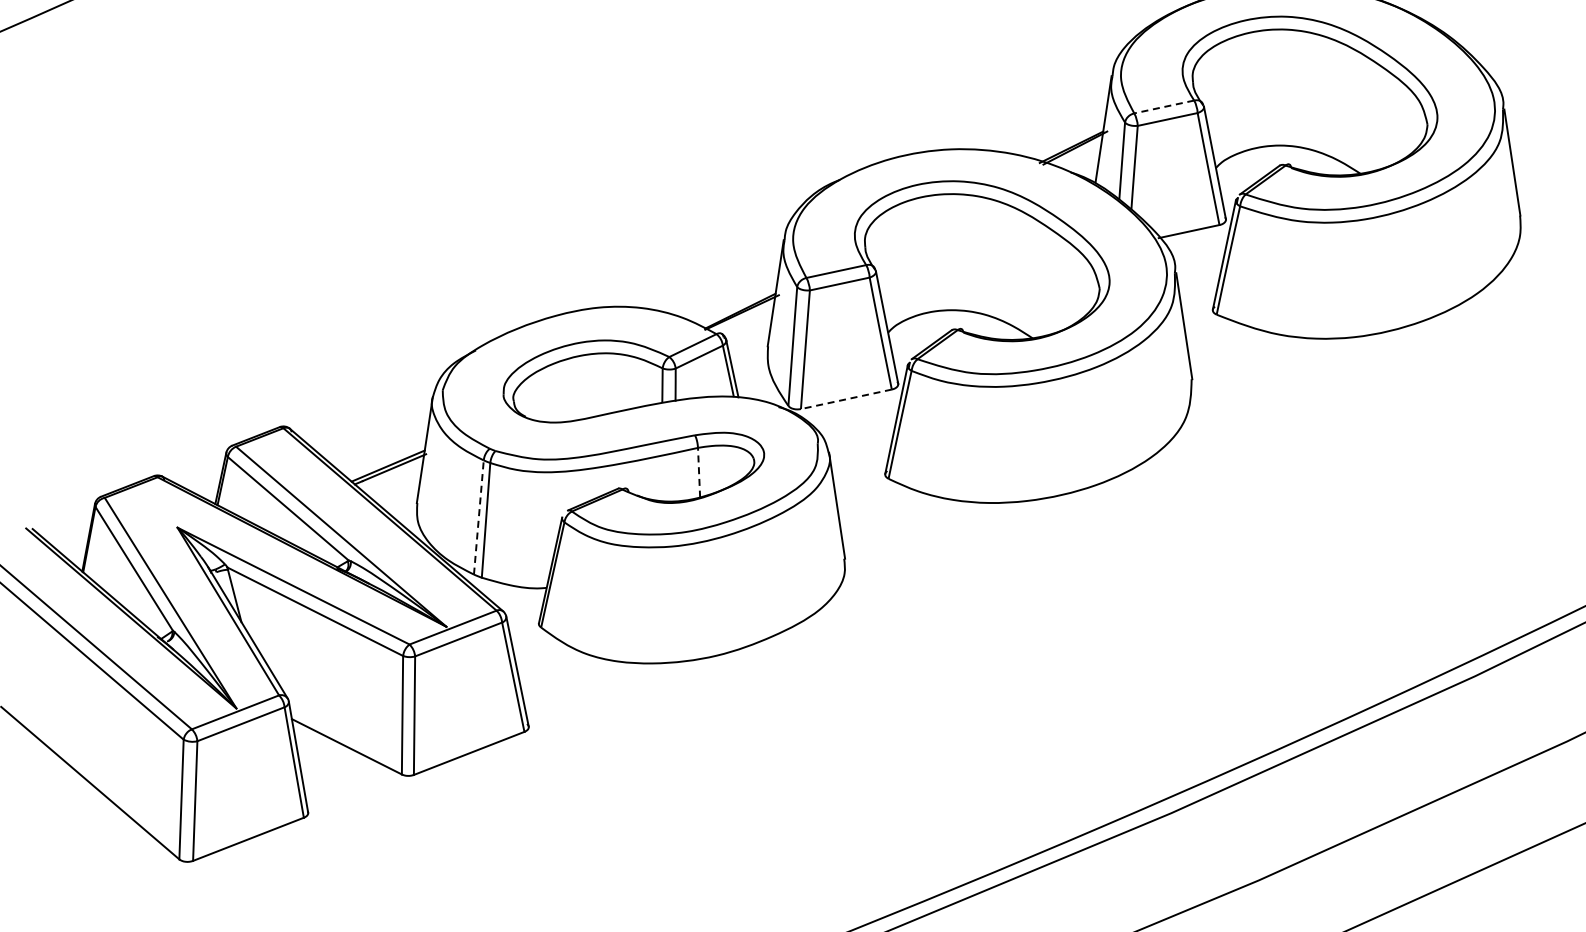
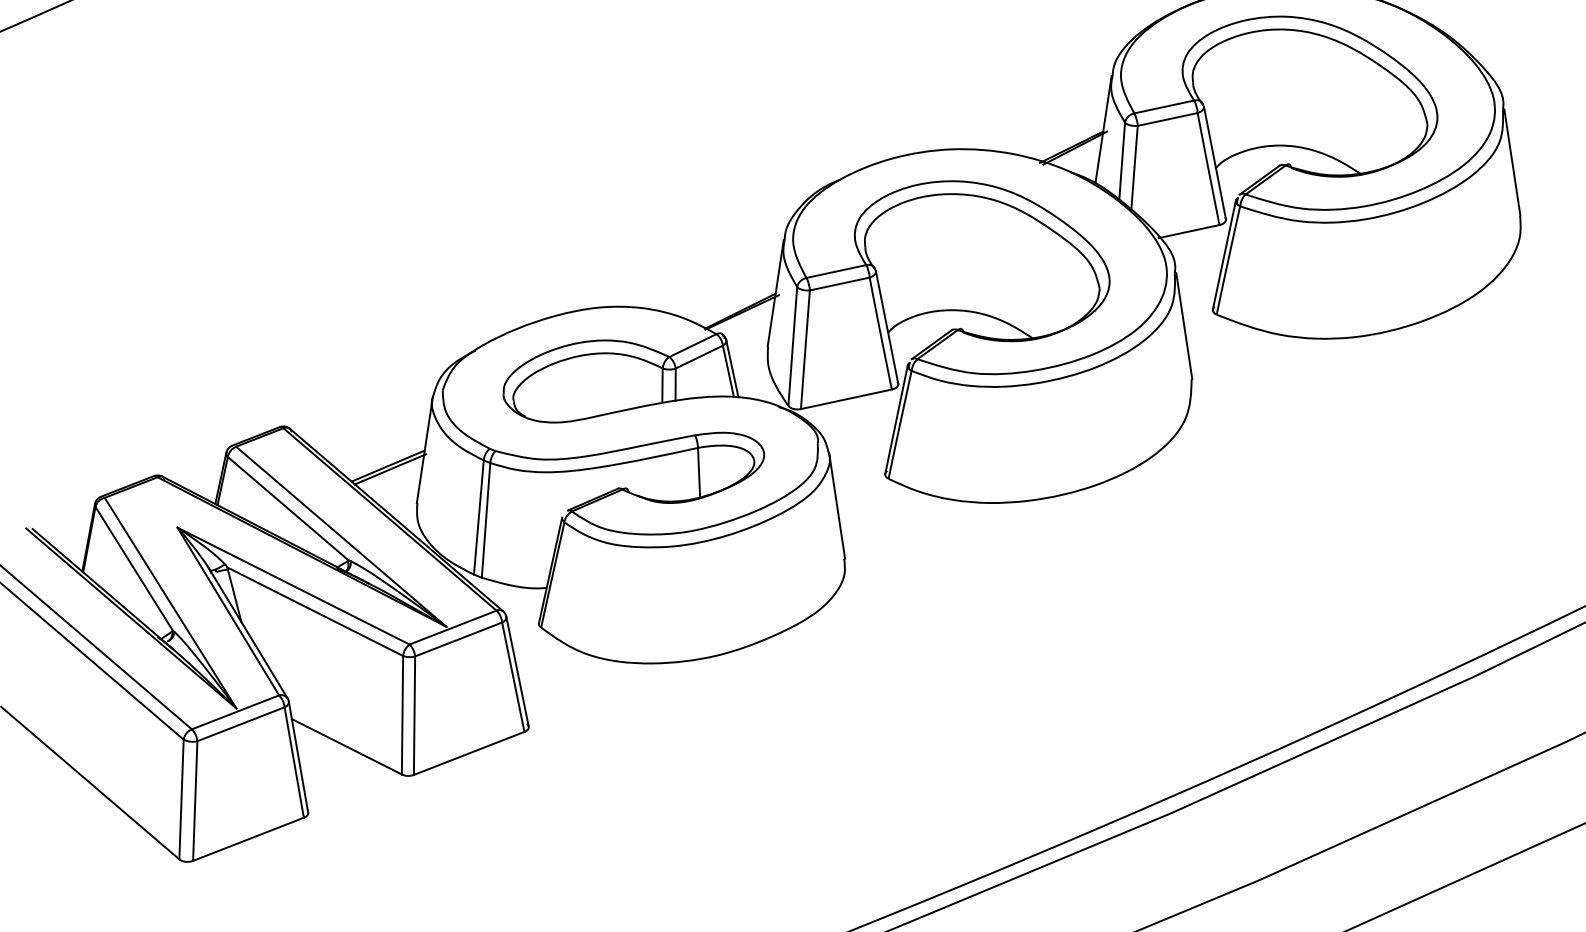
line at (1164, 106): dashed -> solid
line at (845, 399): dashed -> solid
line at (699, 472): dashed -> solid
line at (478, 517): dashed -> solid
